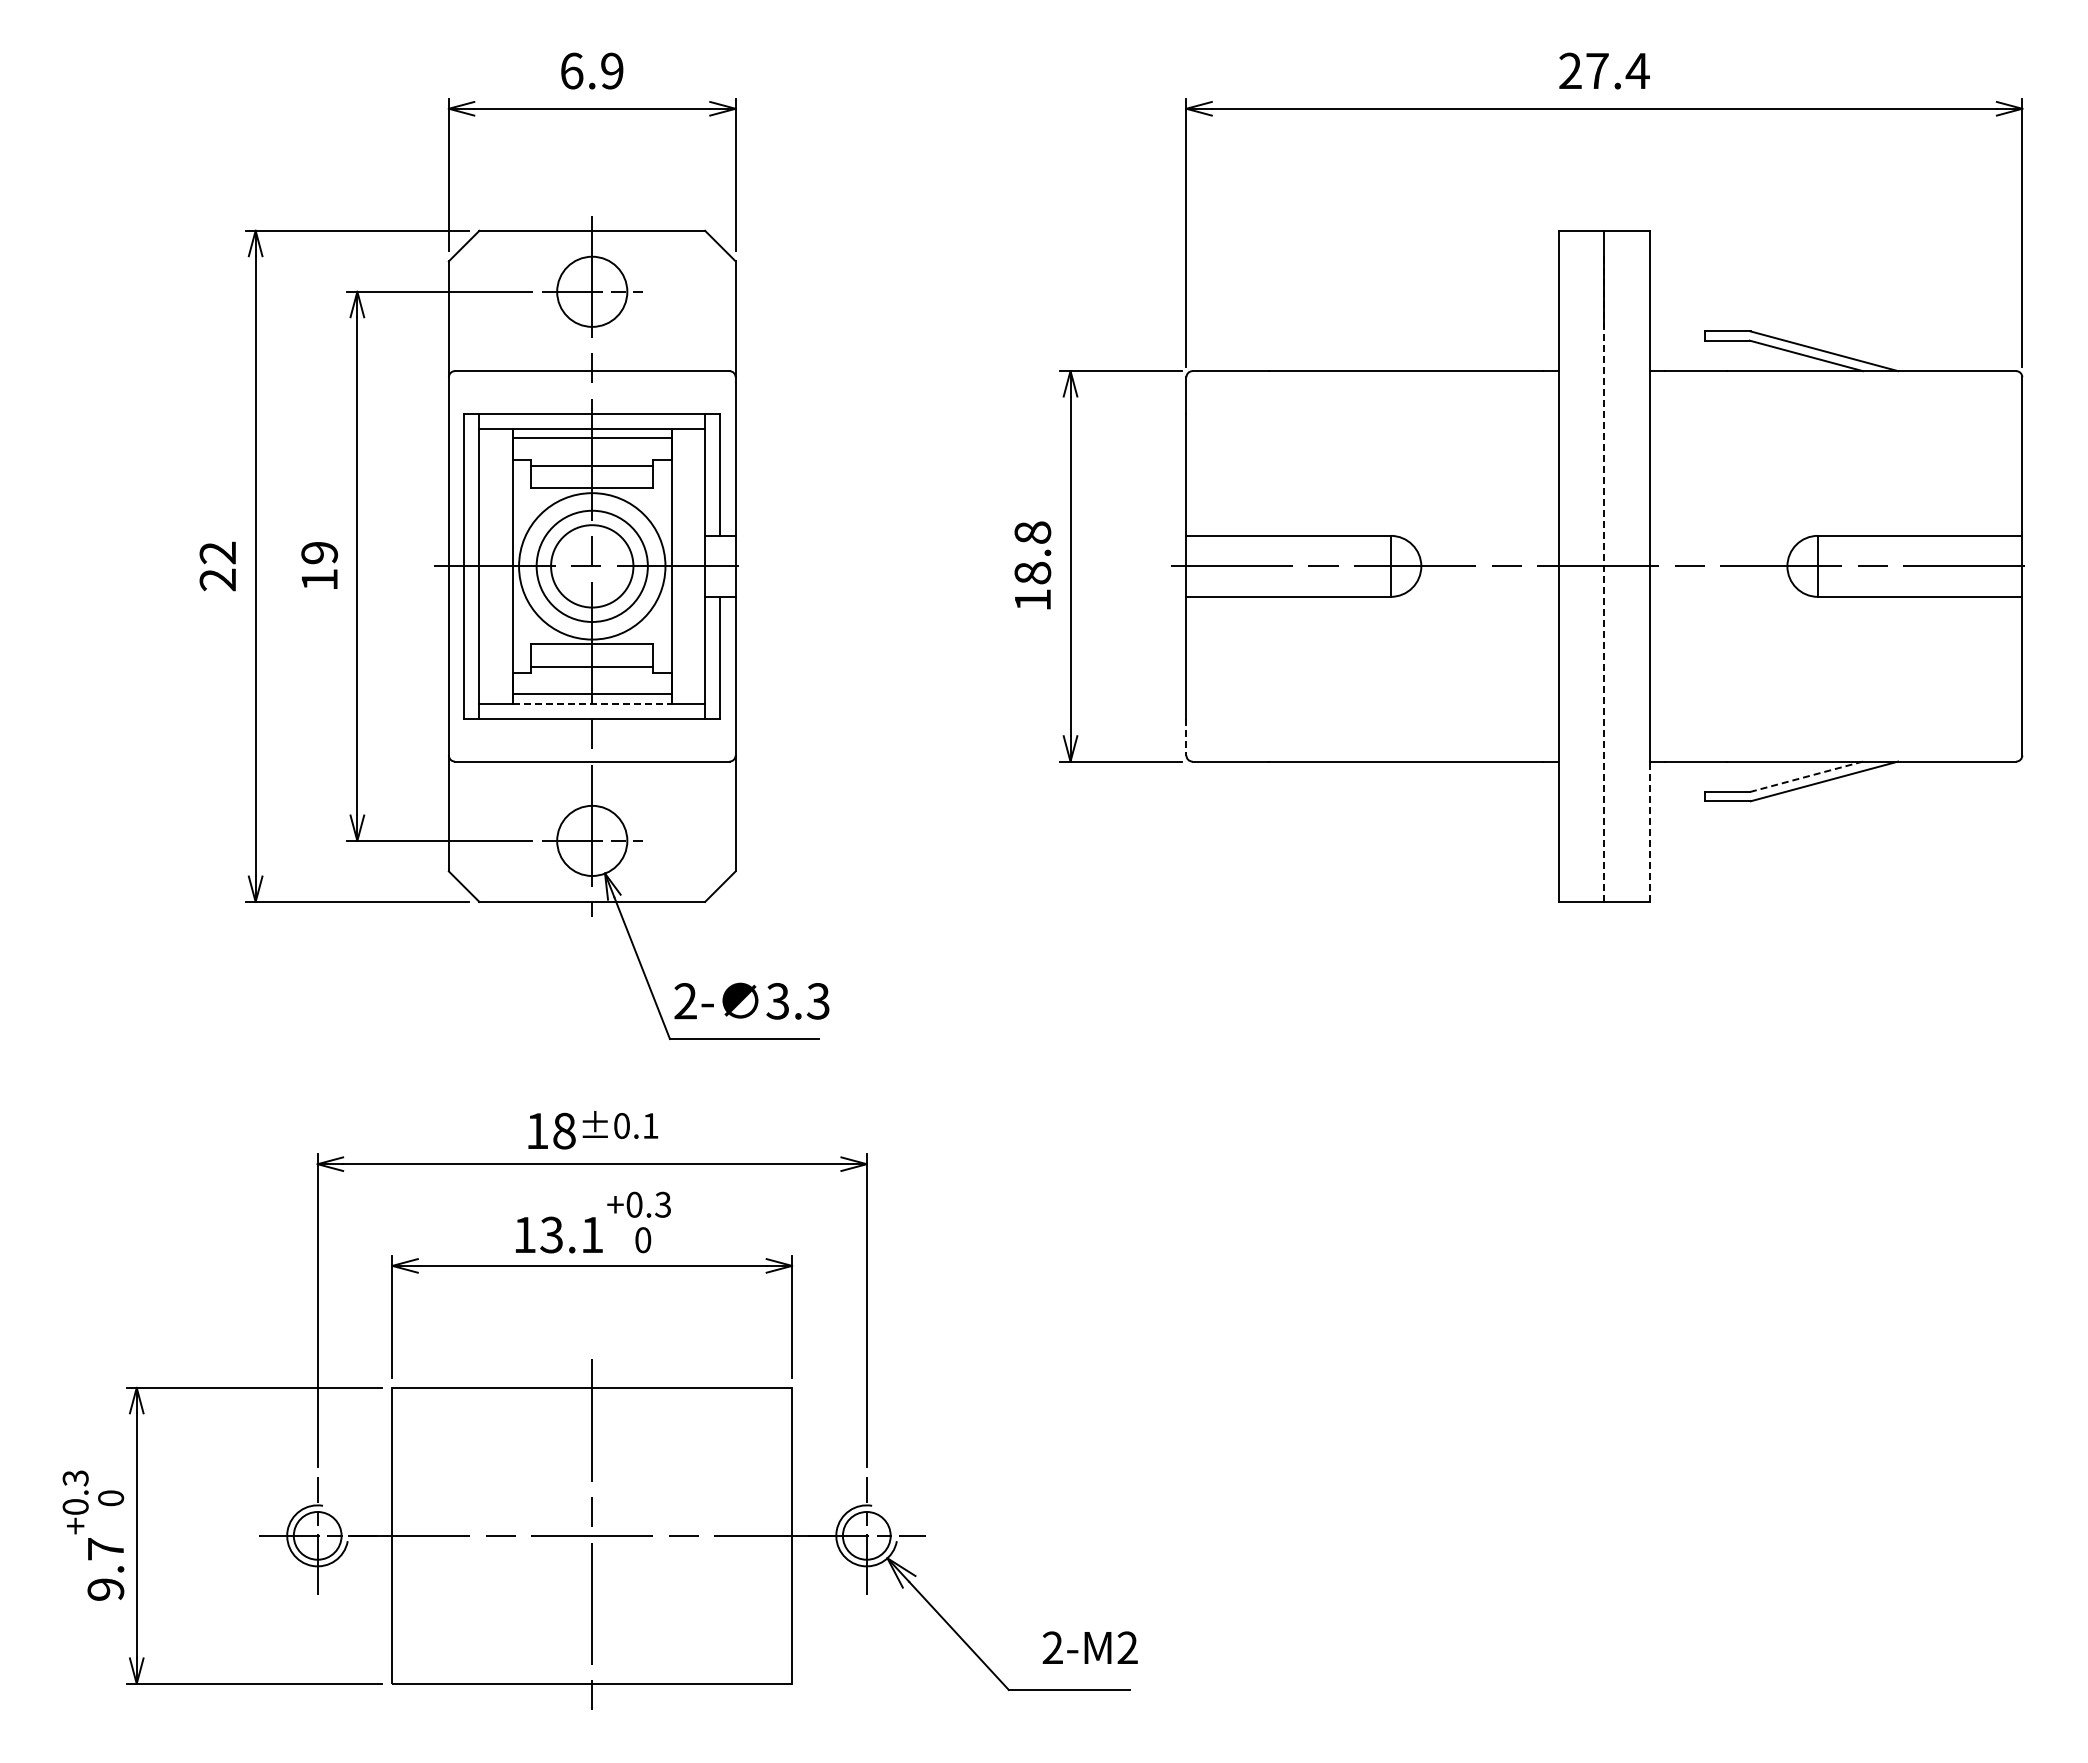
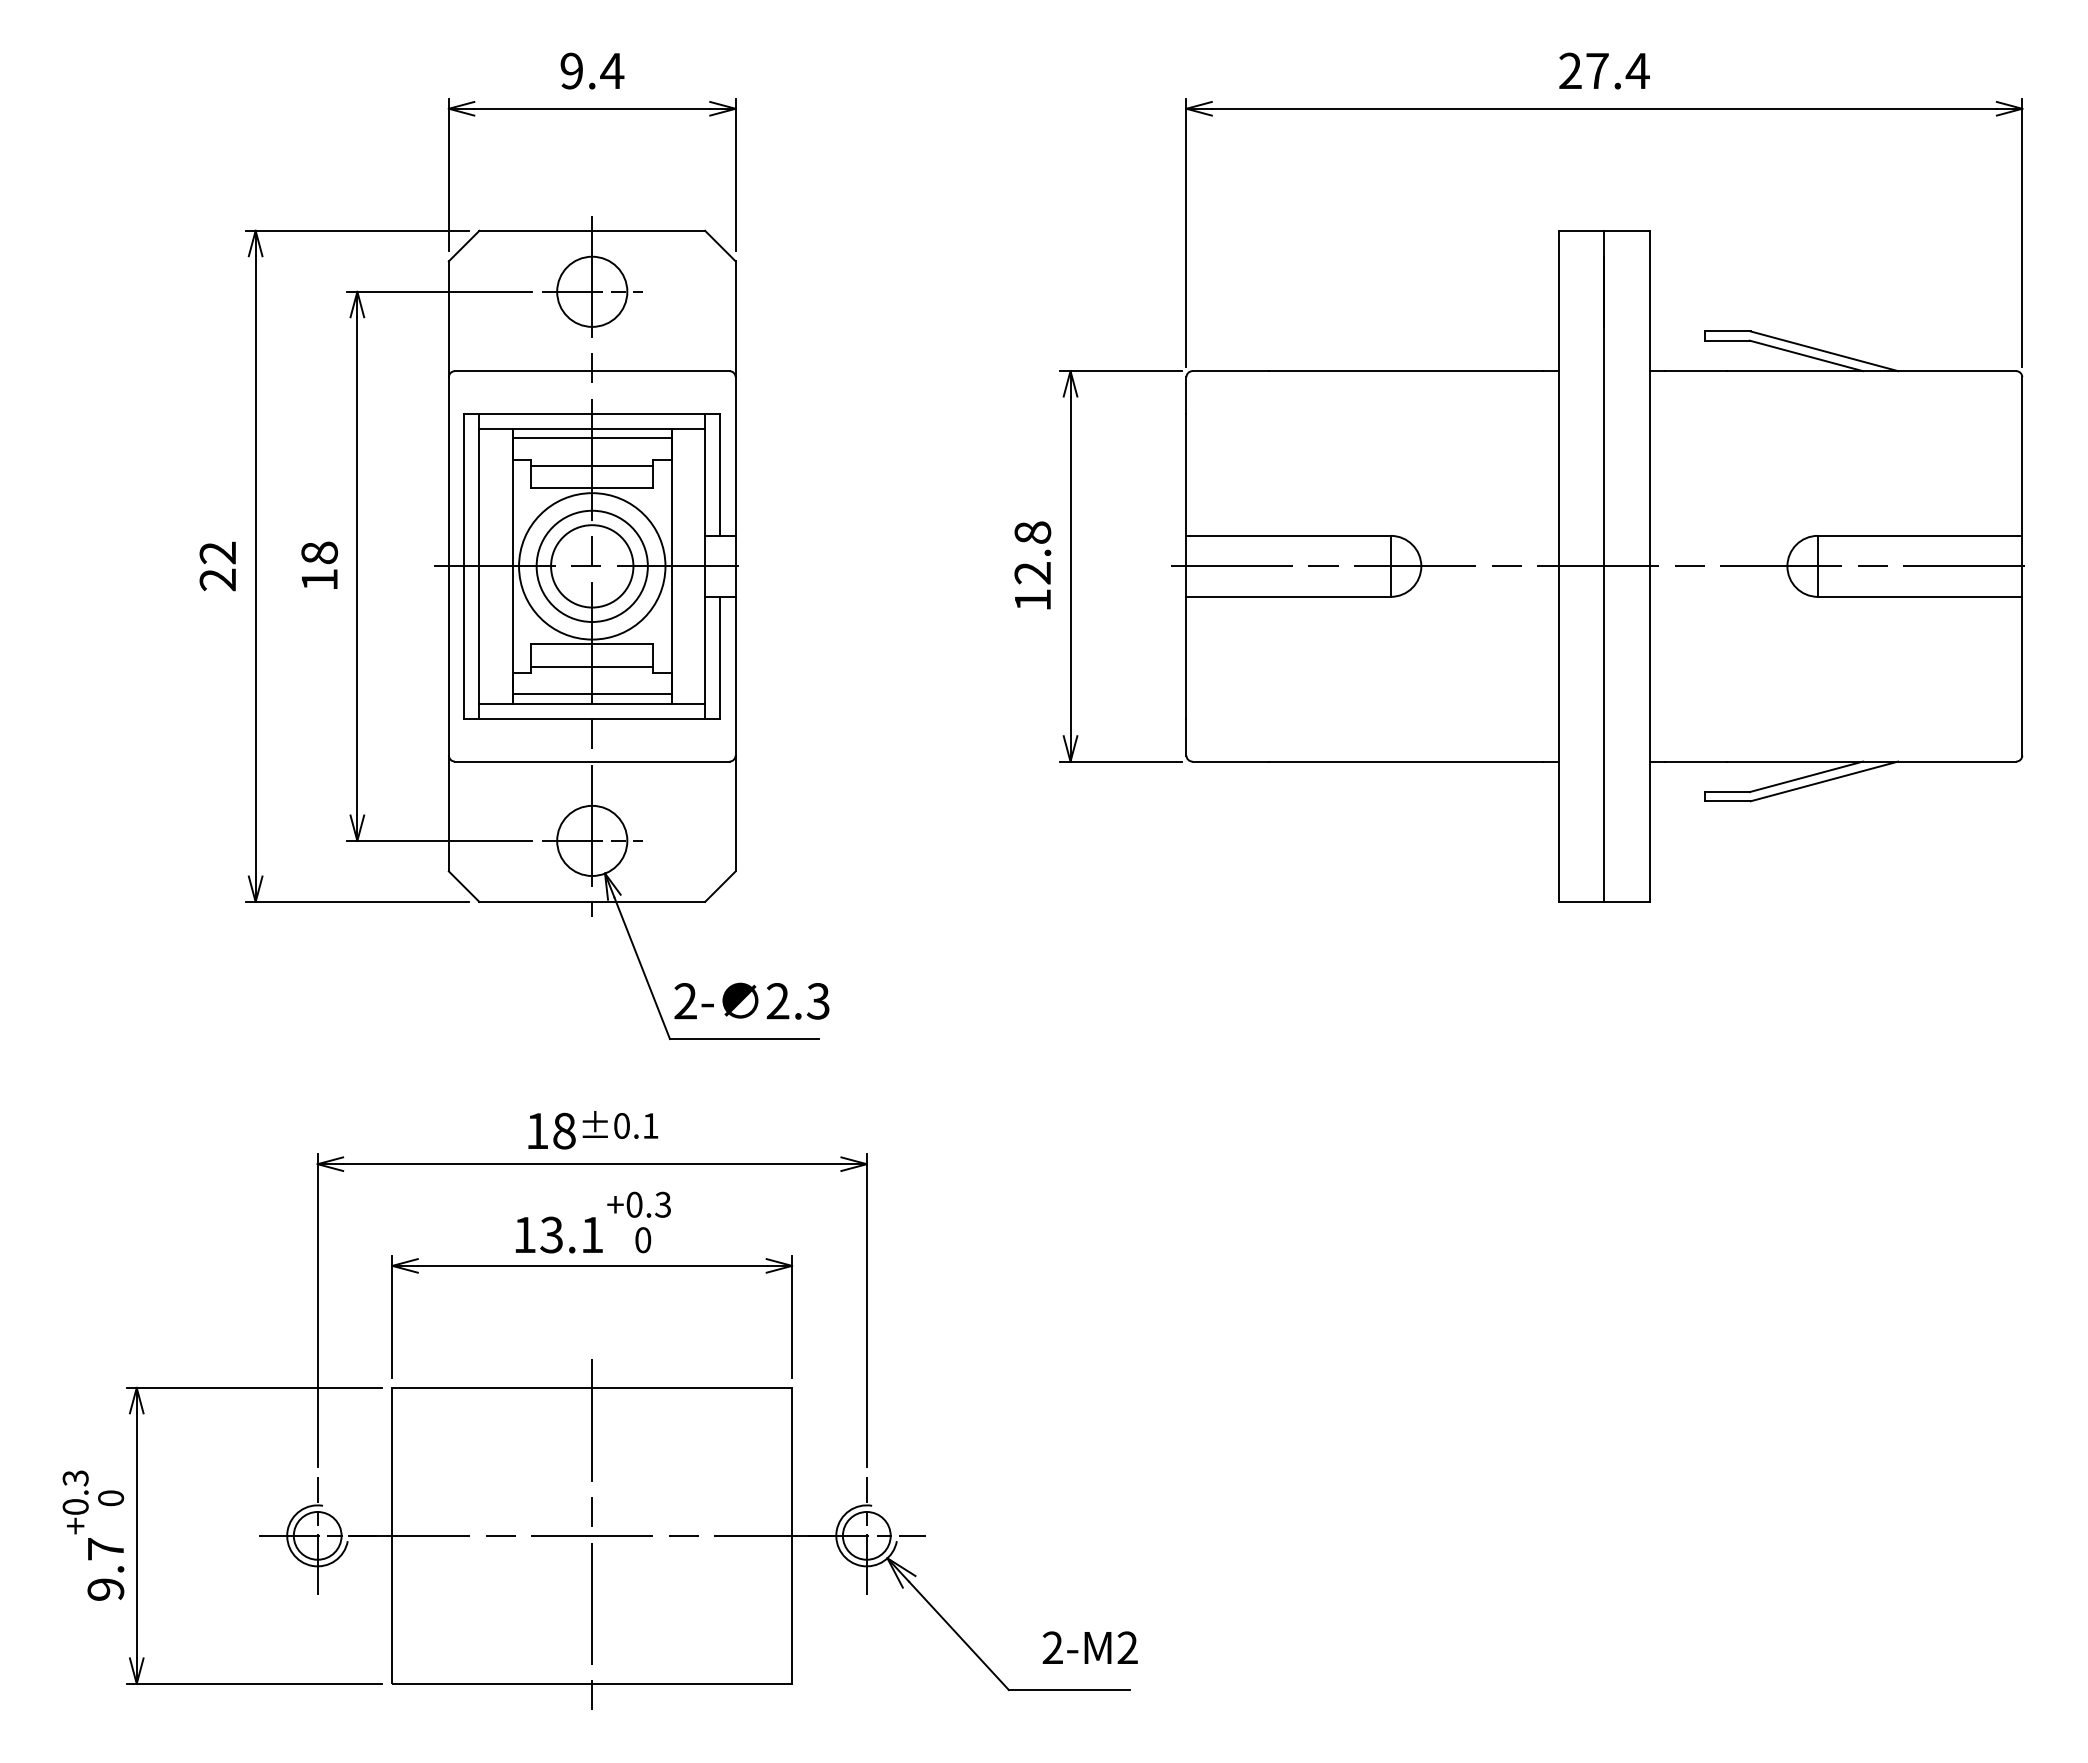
text at (592, 70): 6.9 -> 9.4
text at (319, 552): 19 -> 18
text at (1032, 572): 18.8 -> 12.8
line at (1604, 579): dashed -> solid
line at (592, 703): dashed -> solid
line at (1186, 737): dashed -> solid
line at (1806, 776): dashed -> solid
line at (1650, 831): dashed -> solid
text at (777, 1001): 3.3 -> 2.3
